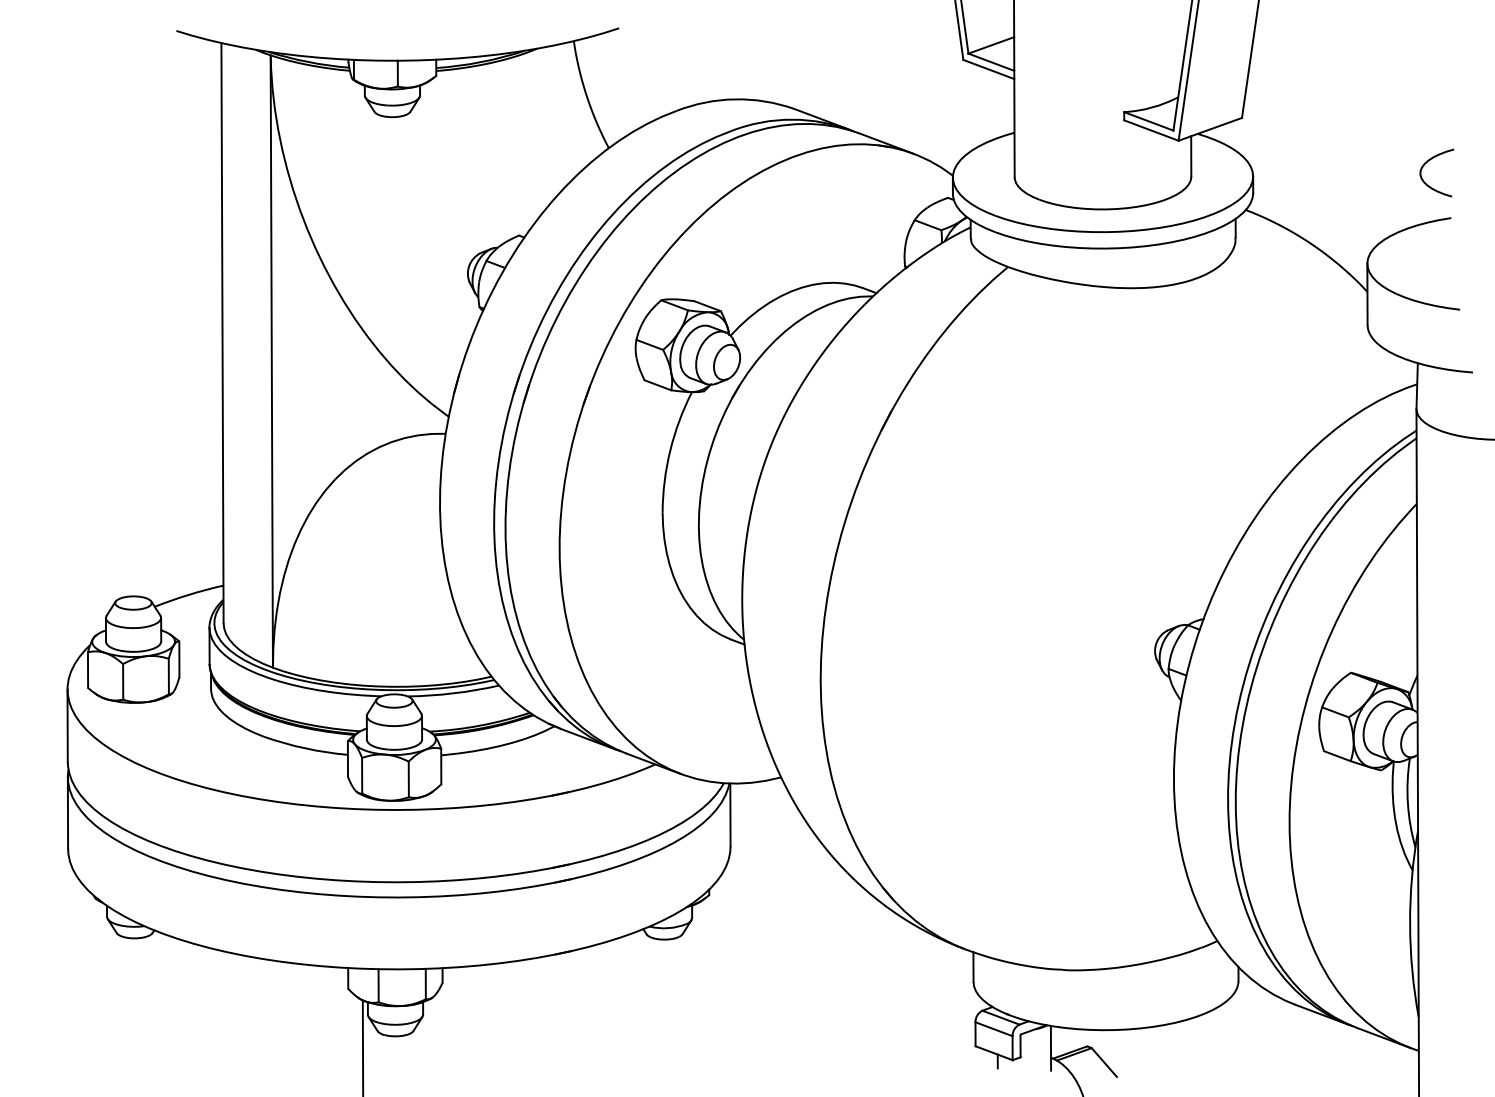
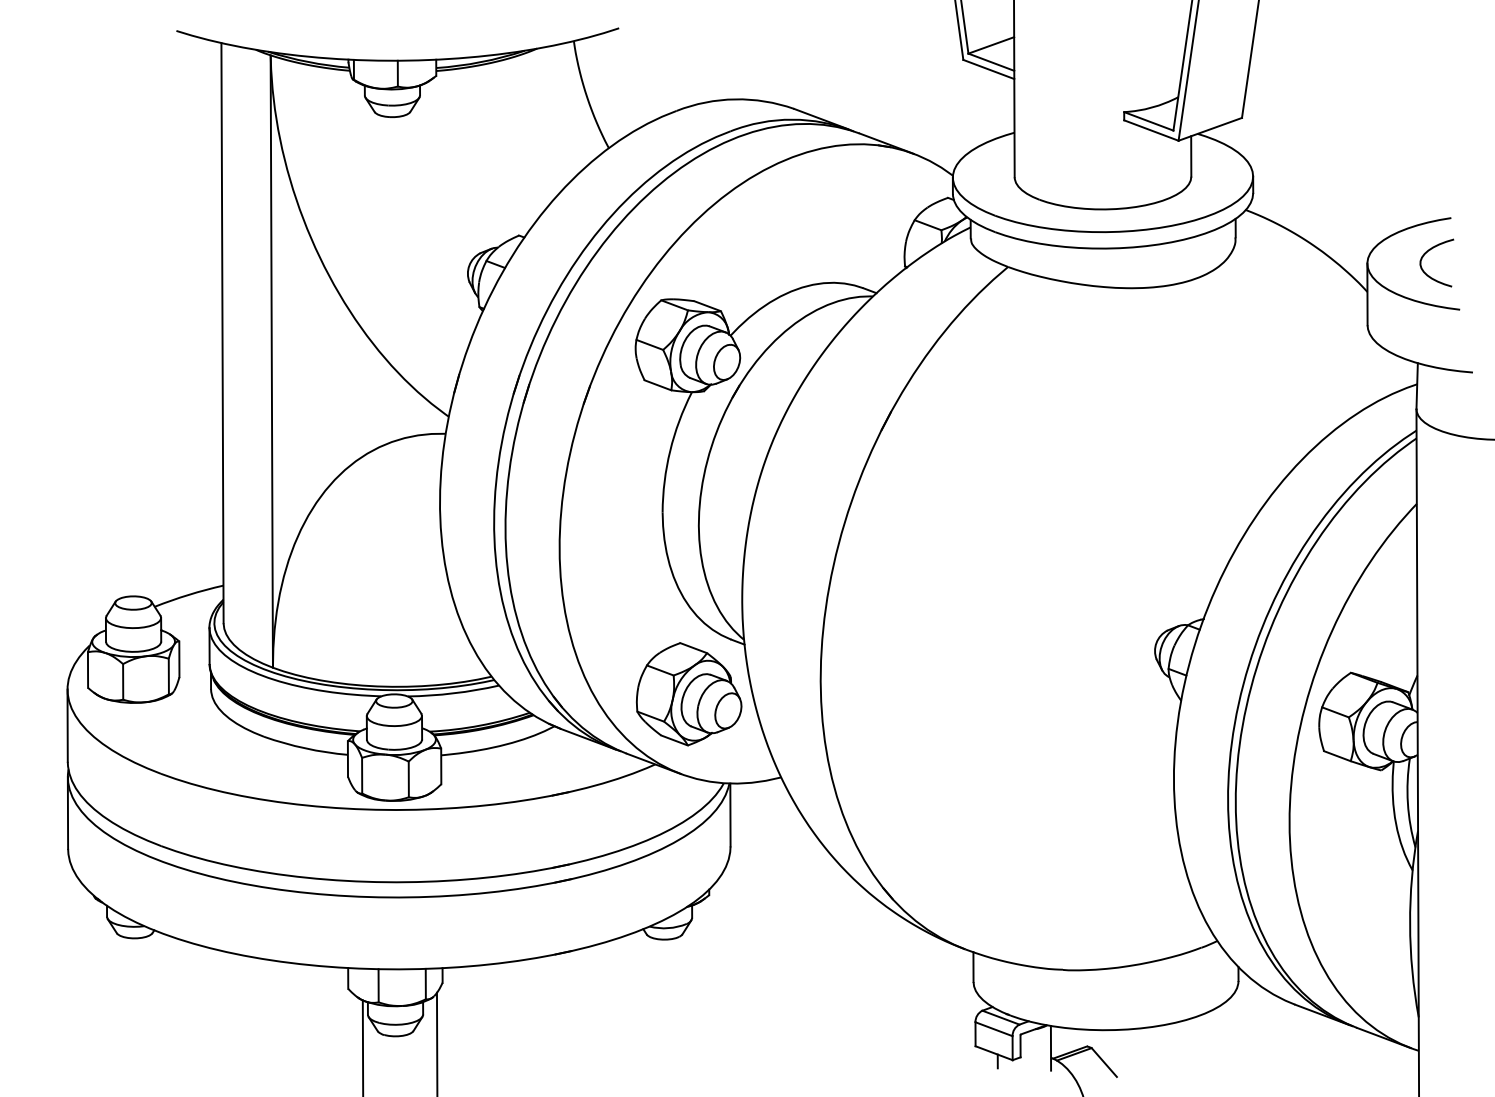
curve at (1430, 160) position: (1430, 160) -> (1430, 250)
part at (689, 694): none -> present
line at (436, 1042): none -> present
